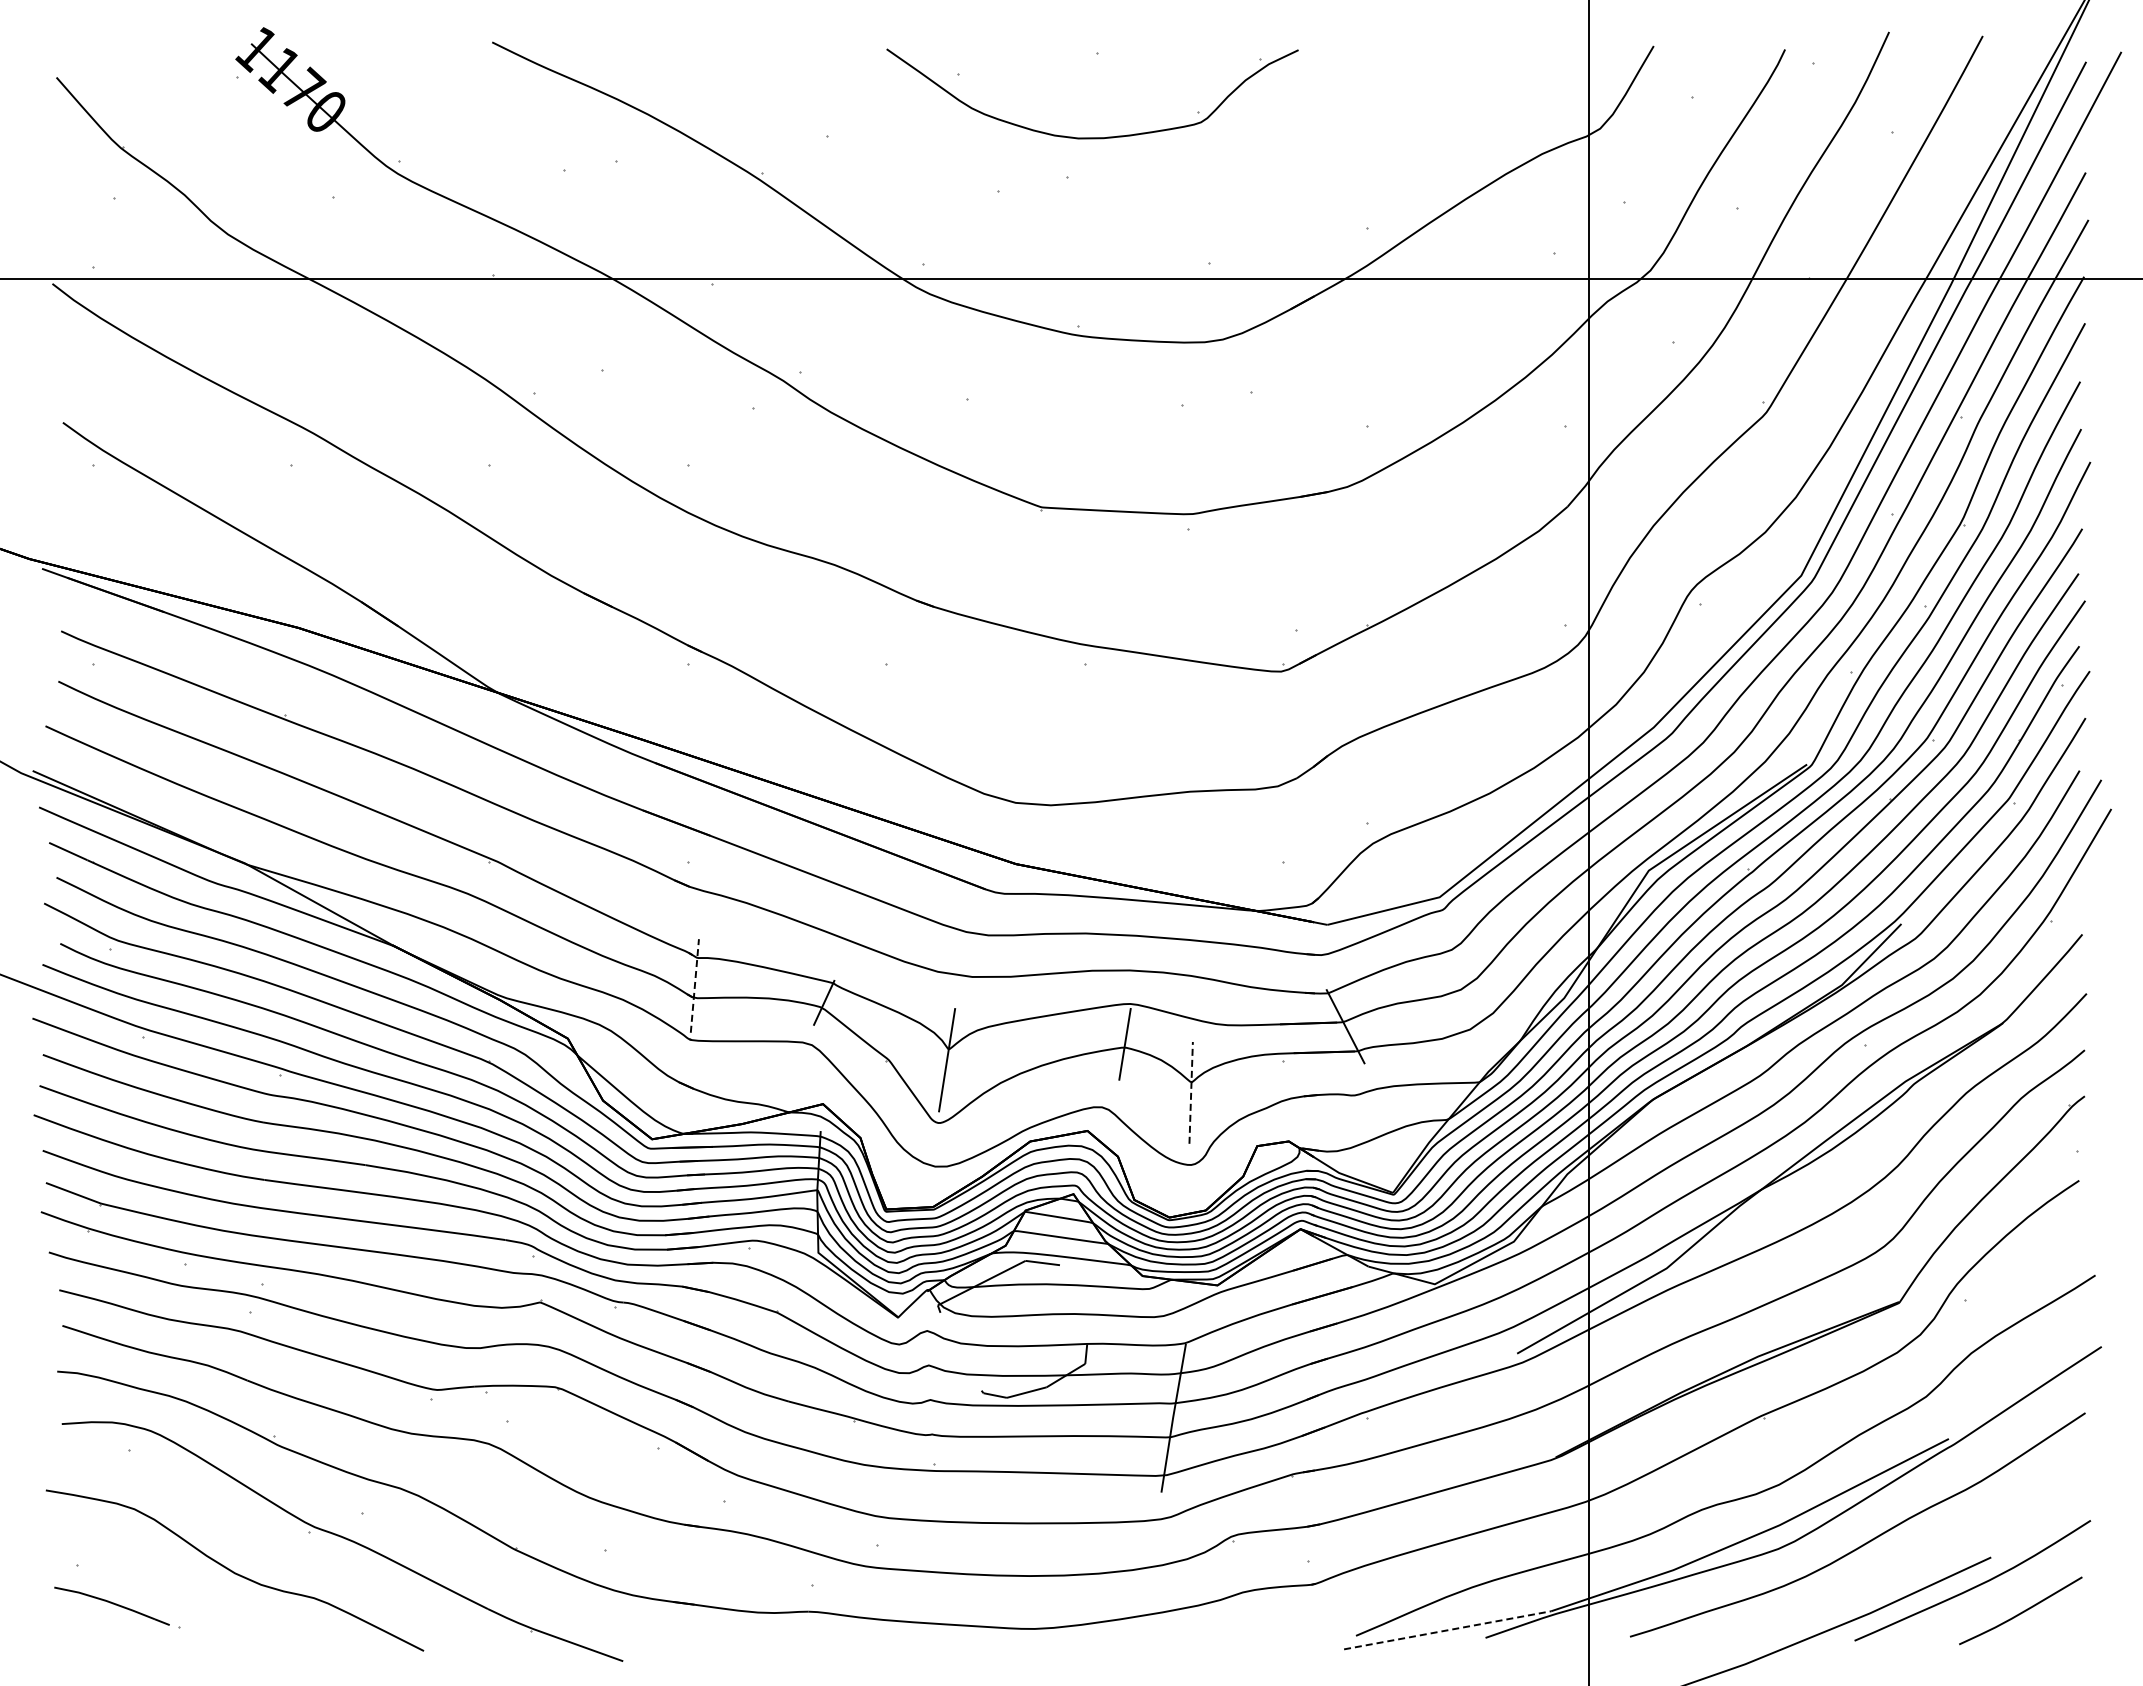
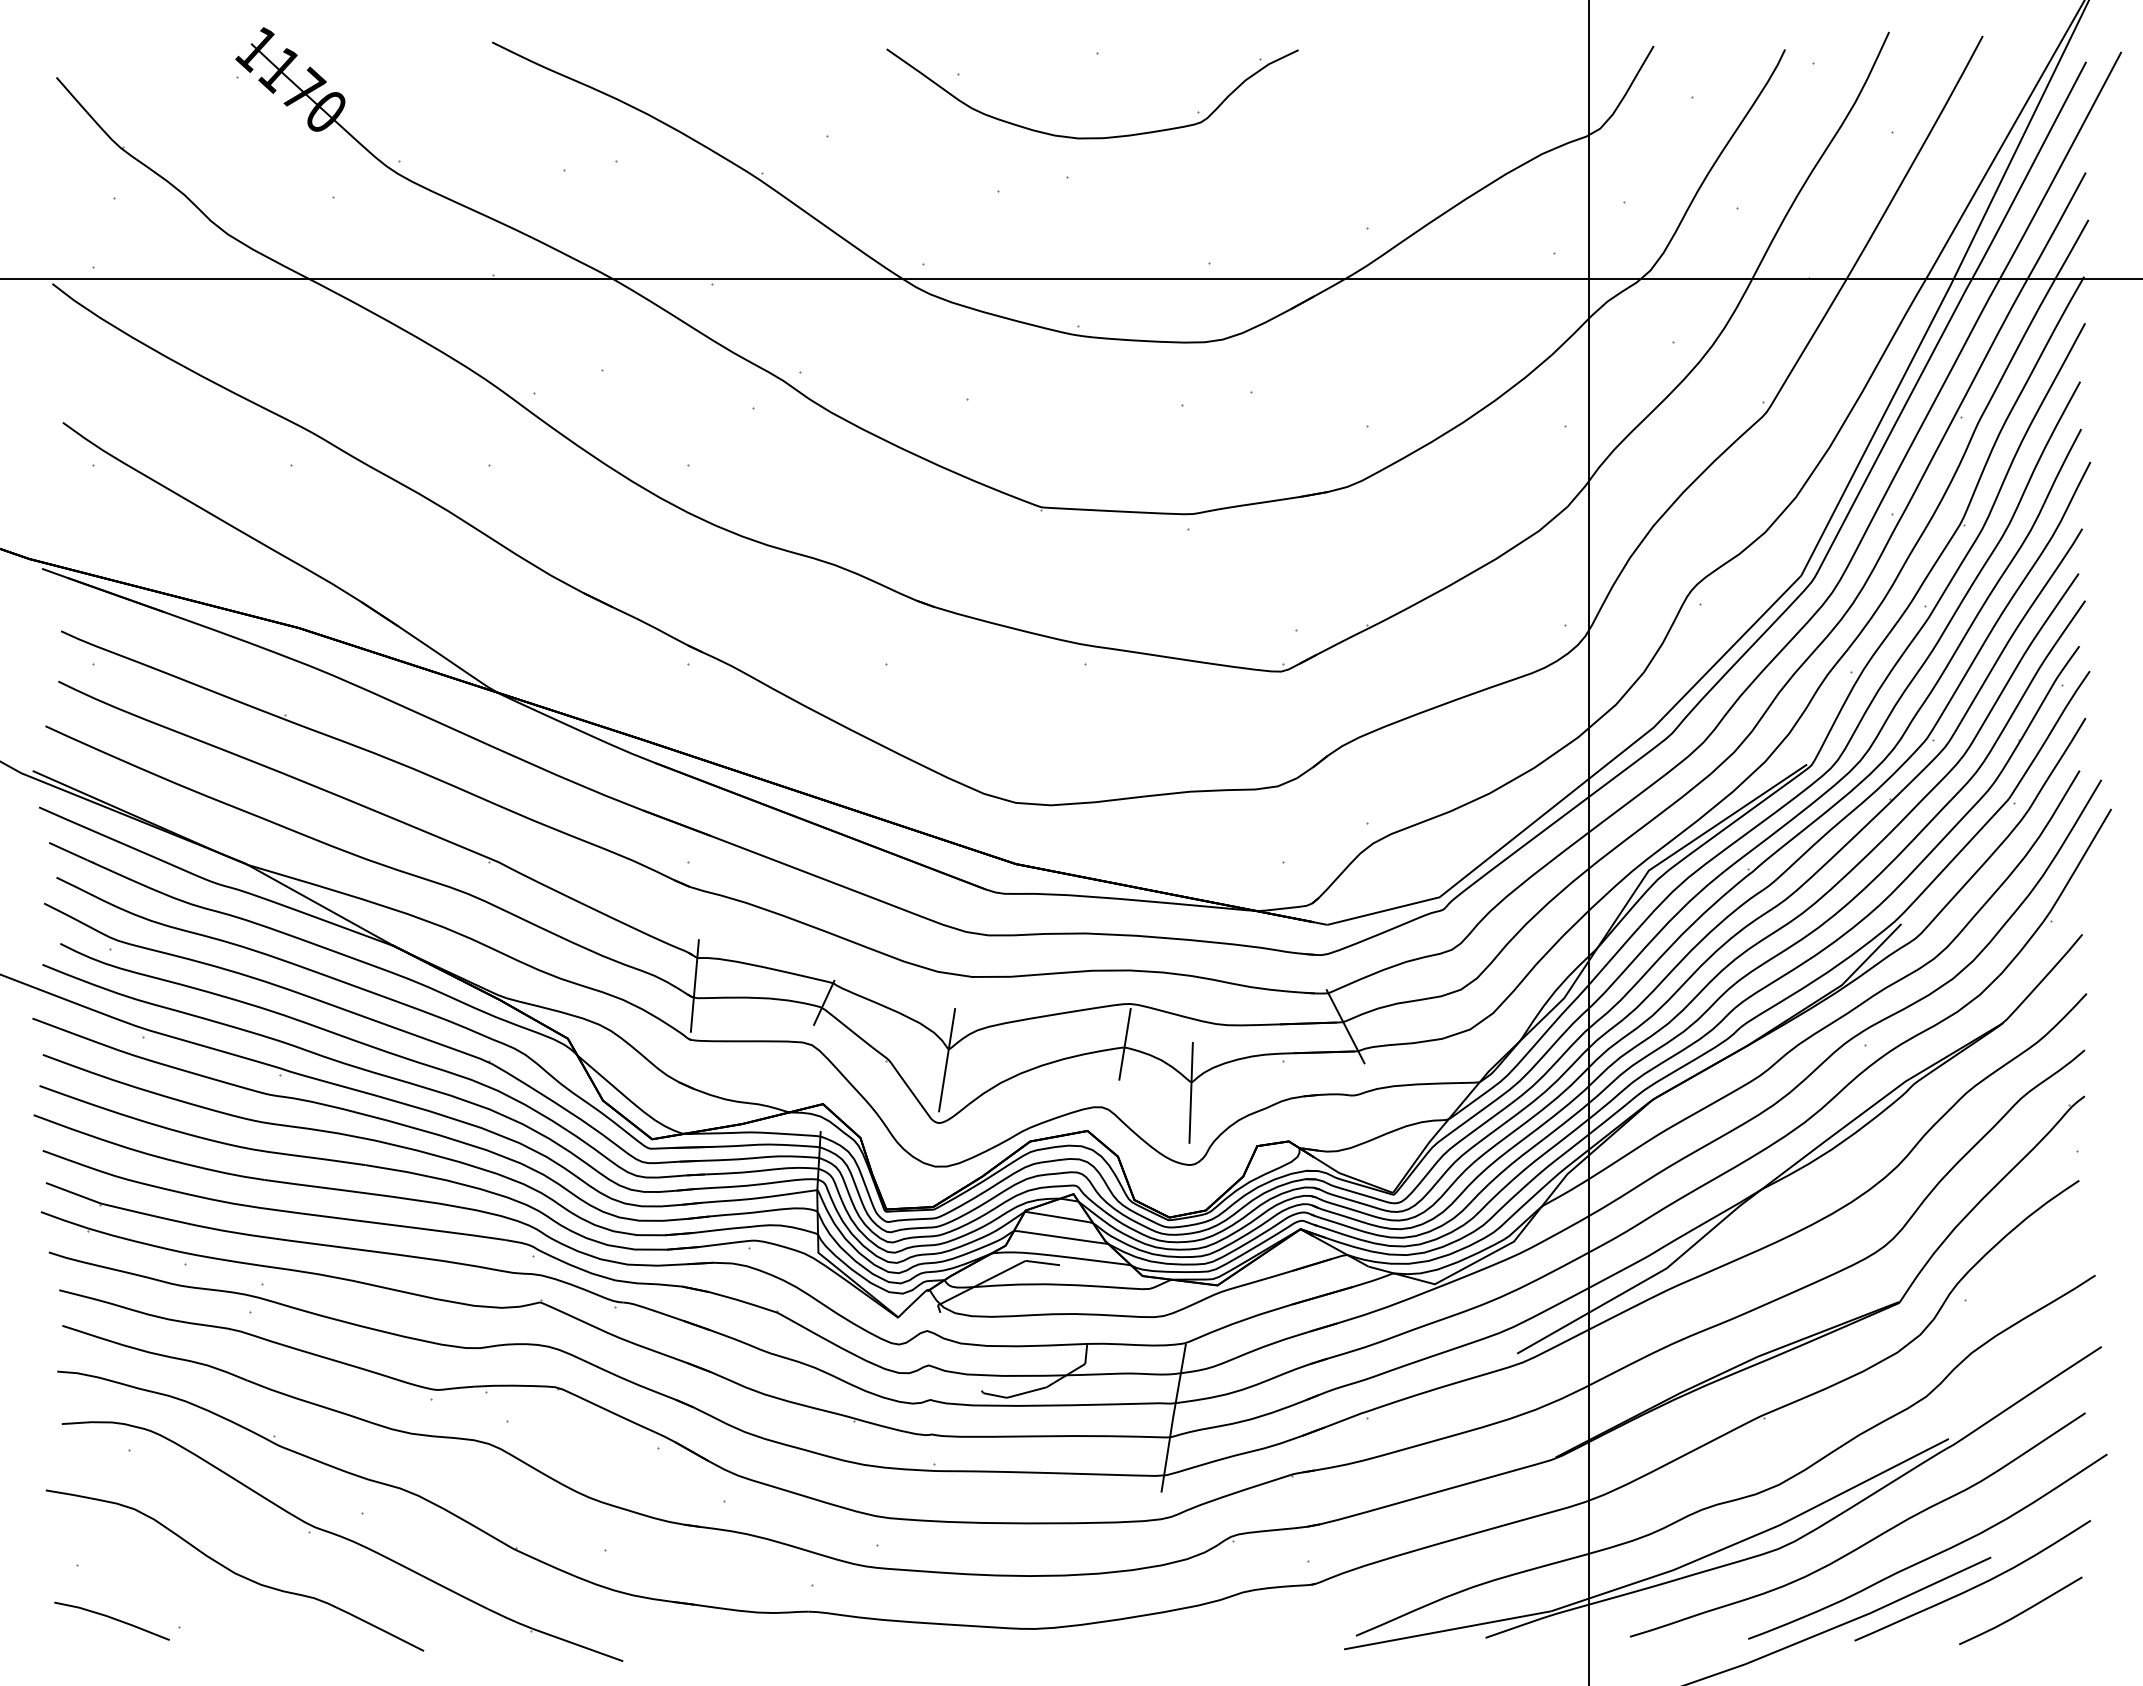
line at (694, 985): dashed -> solid
line at (1191, 1092): dashed -> solid
curve at (1929, 1556): none -> present
part at (111, 1605) position: (111, 1605) -> (111, 1620)
line at (1448, 1630): dashed -> solid
